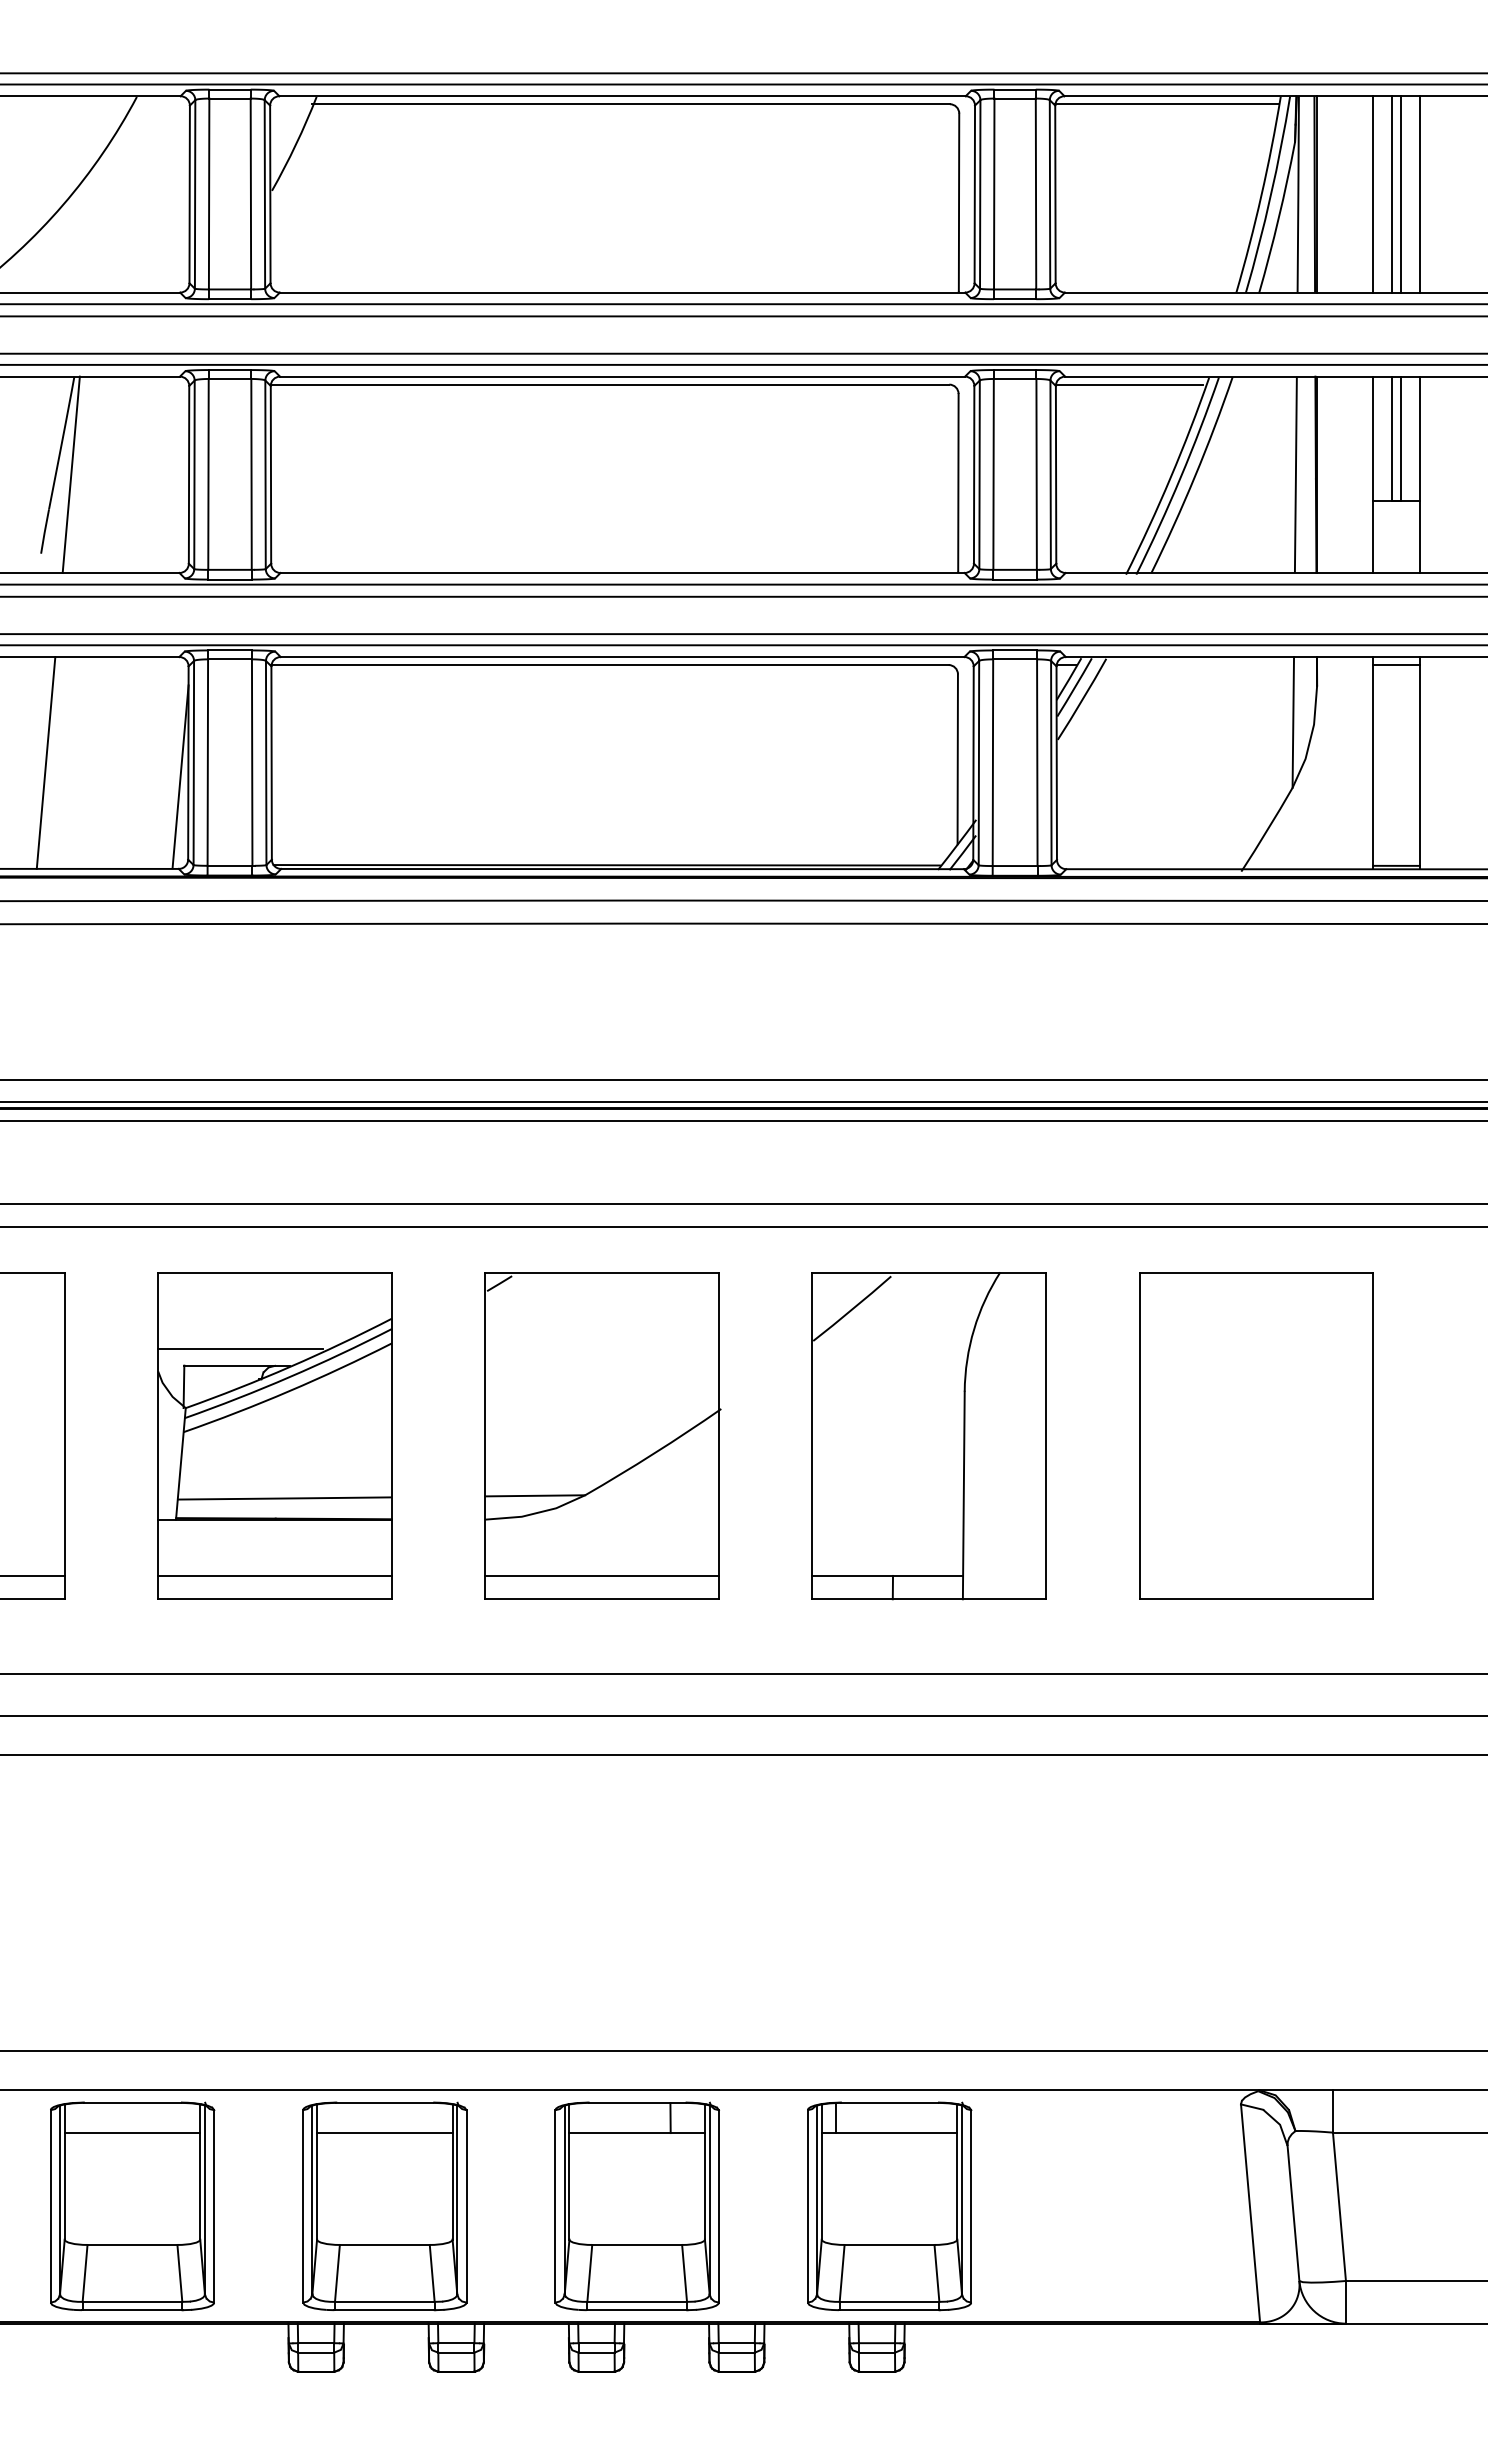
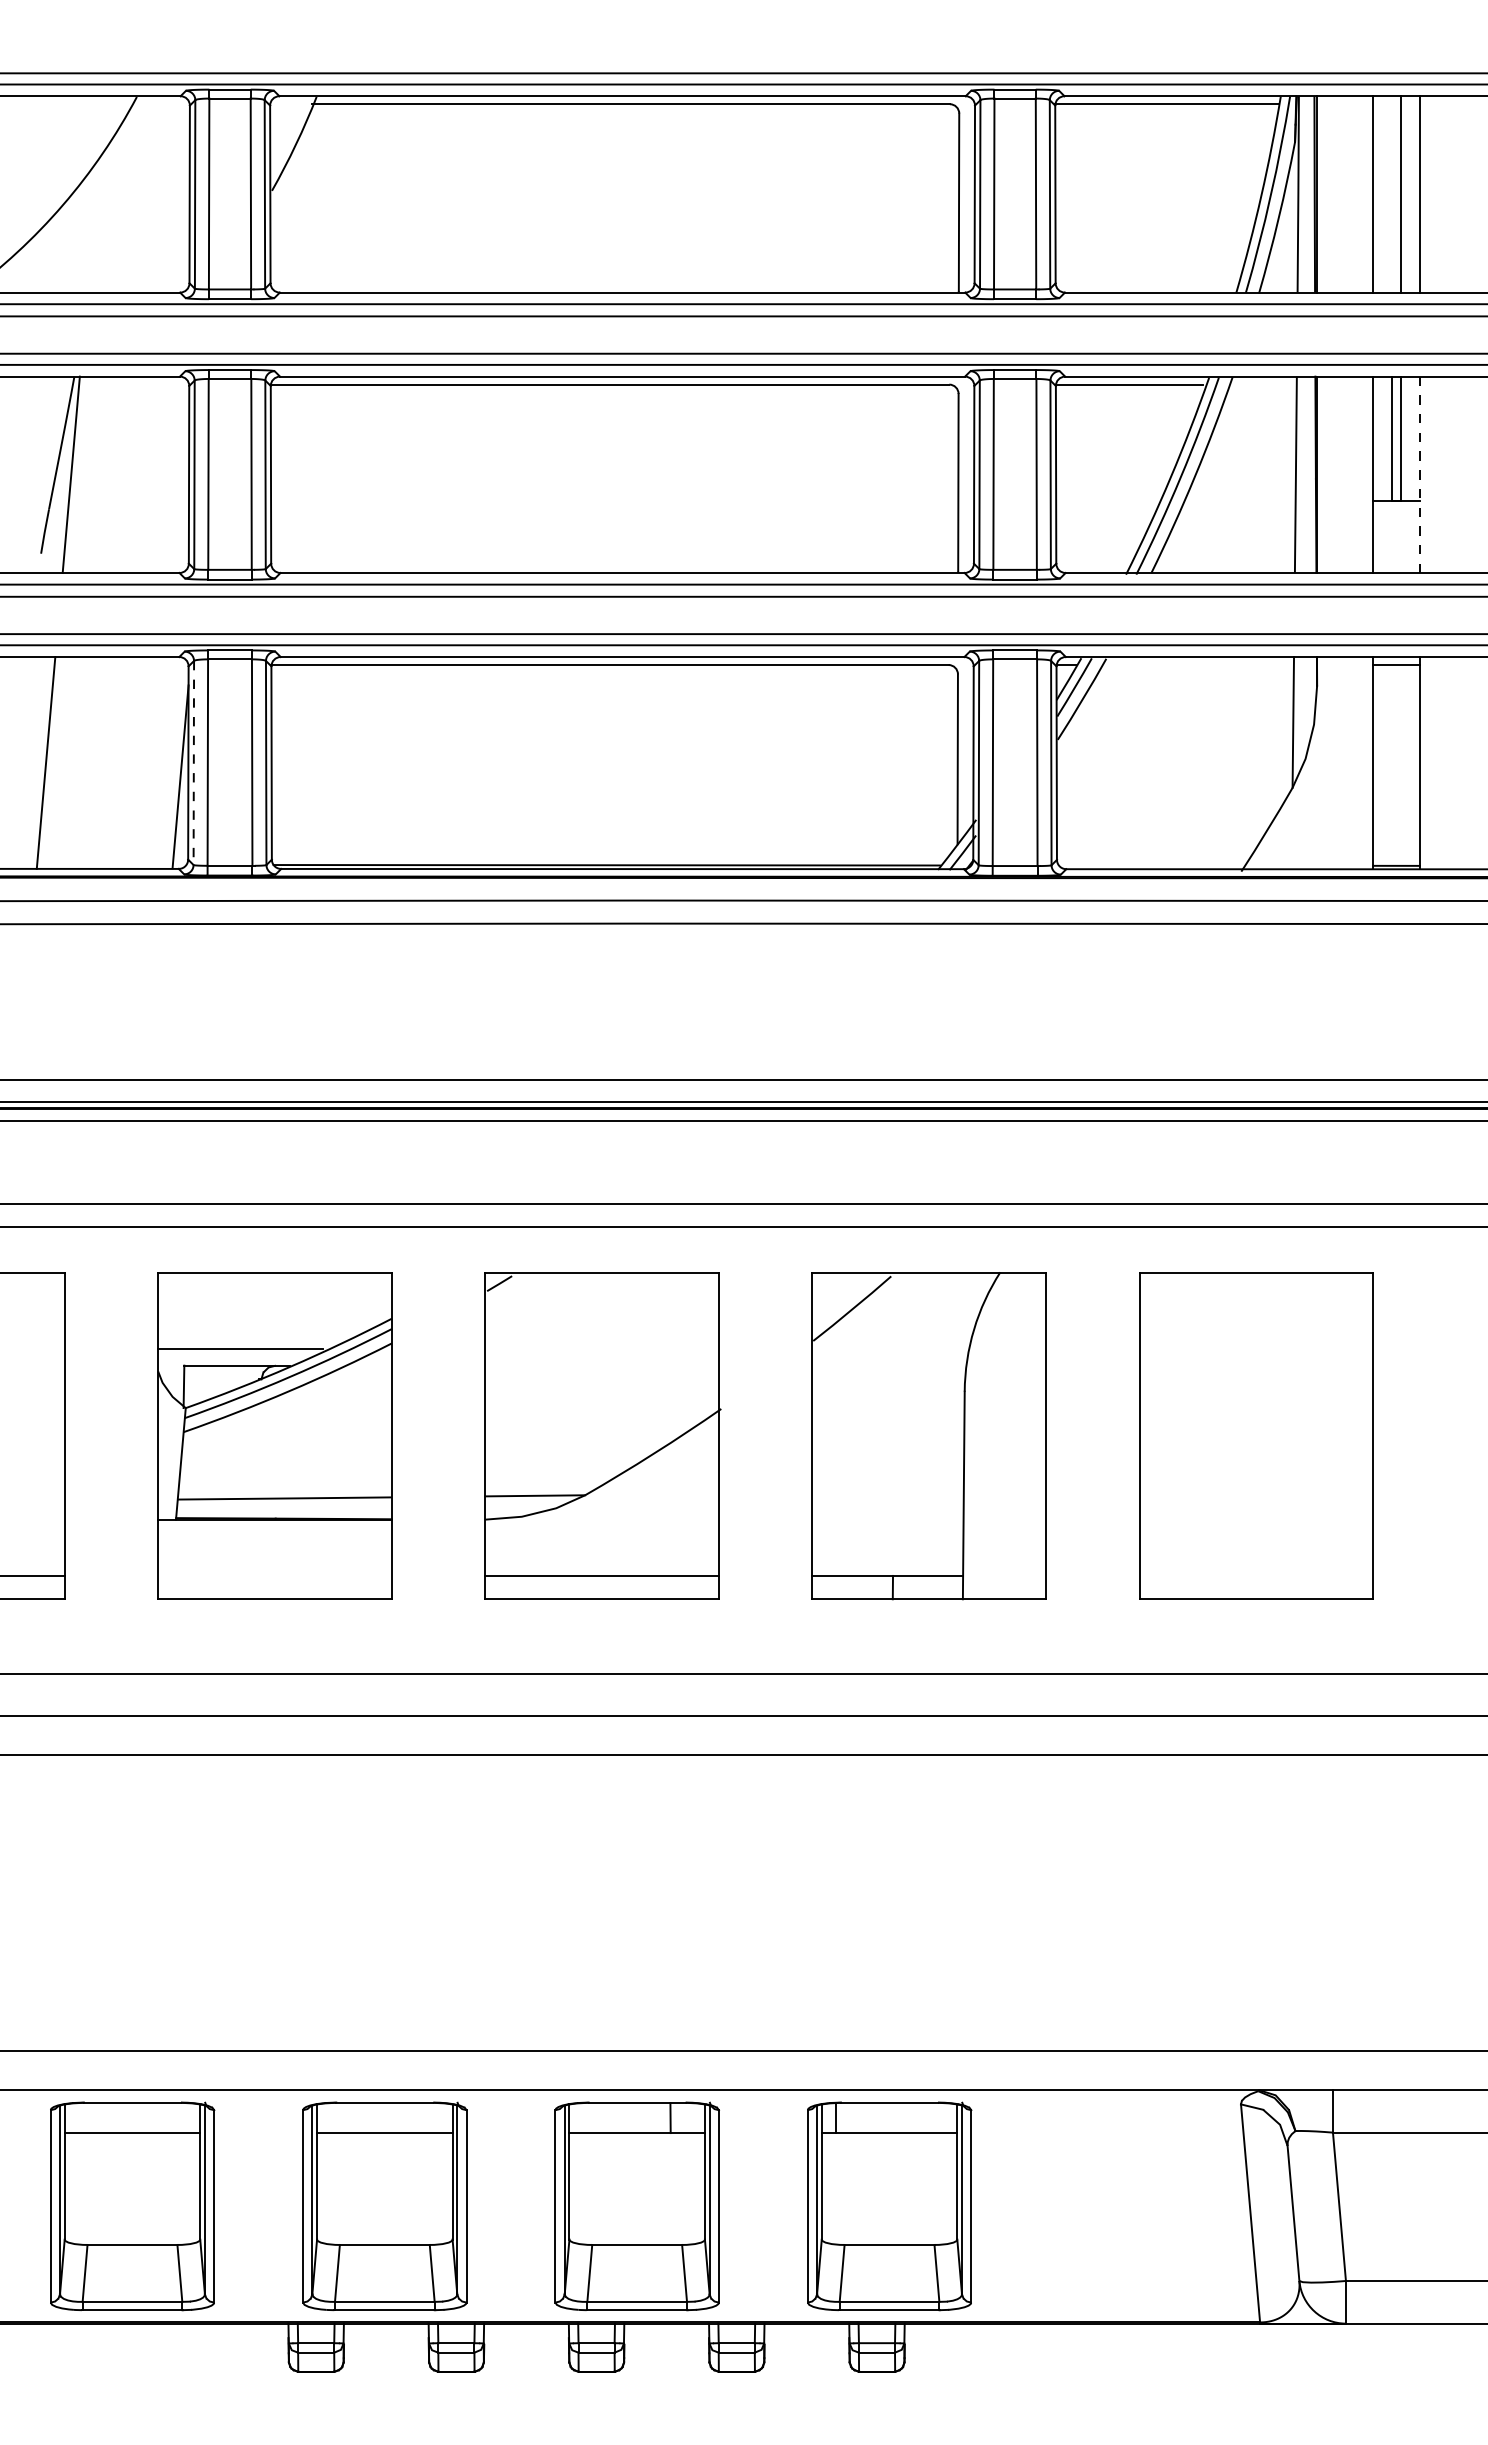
line at (1391, 194): present -> none
line at (1419, 474): solid -> dashed
line at (193, 763): solid -> dashed
line at (274, 1575): present -> none
